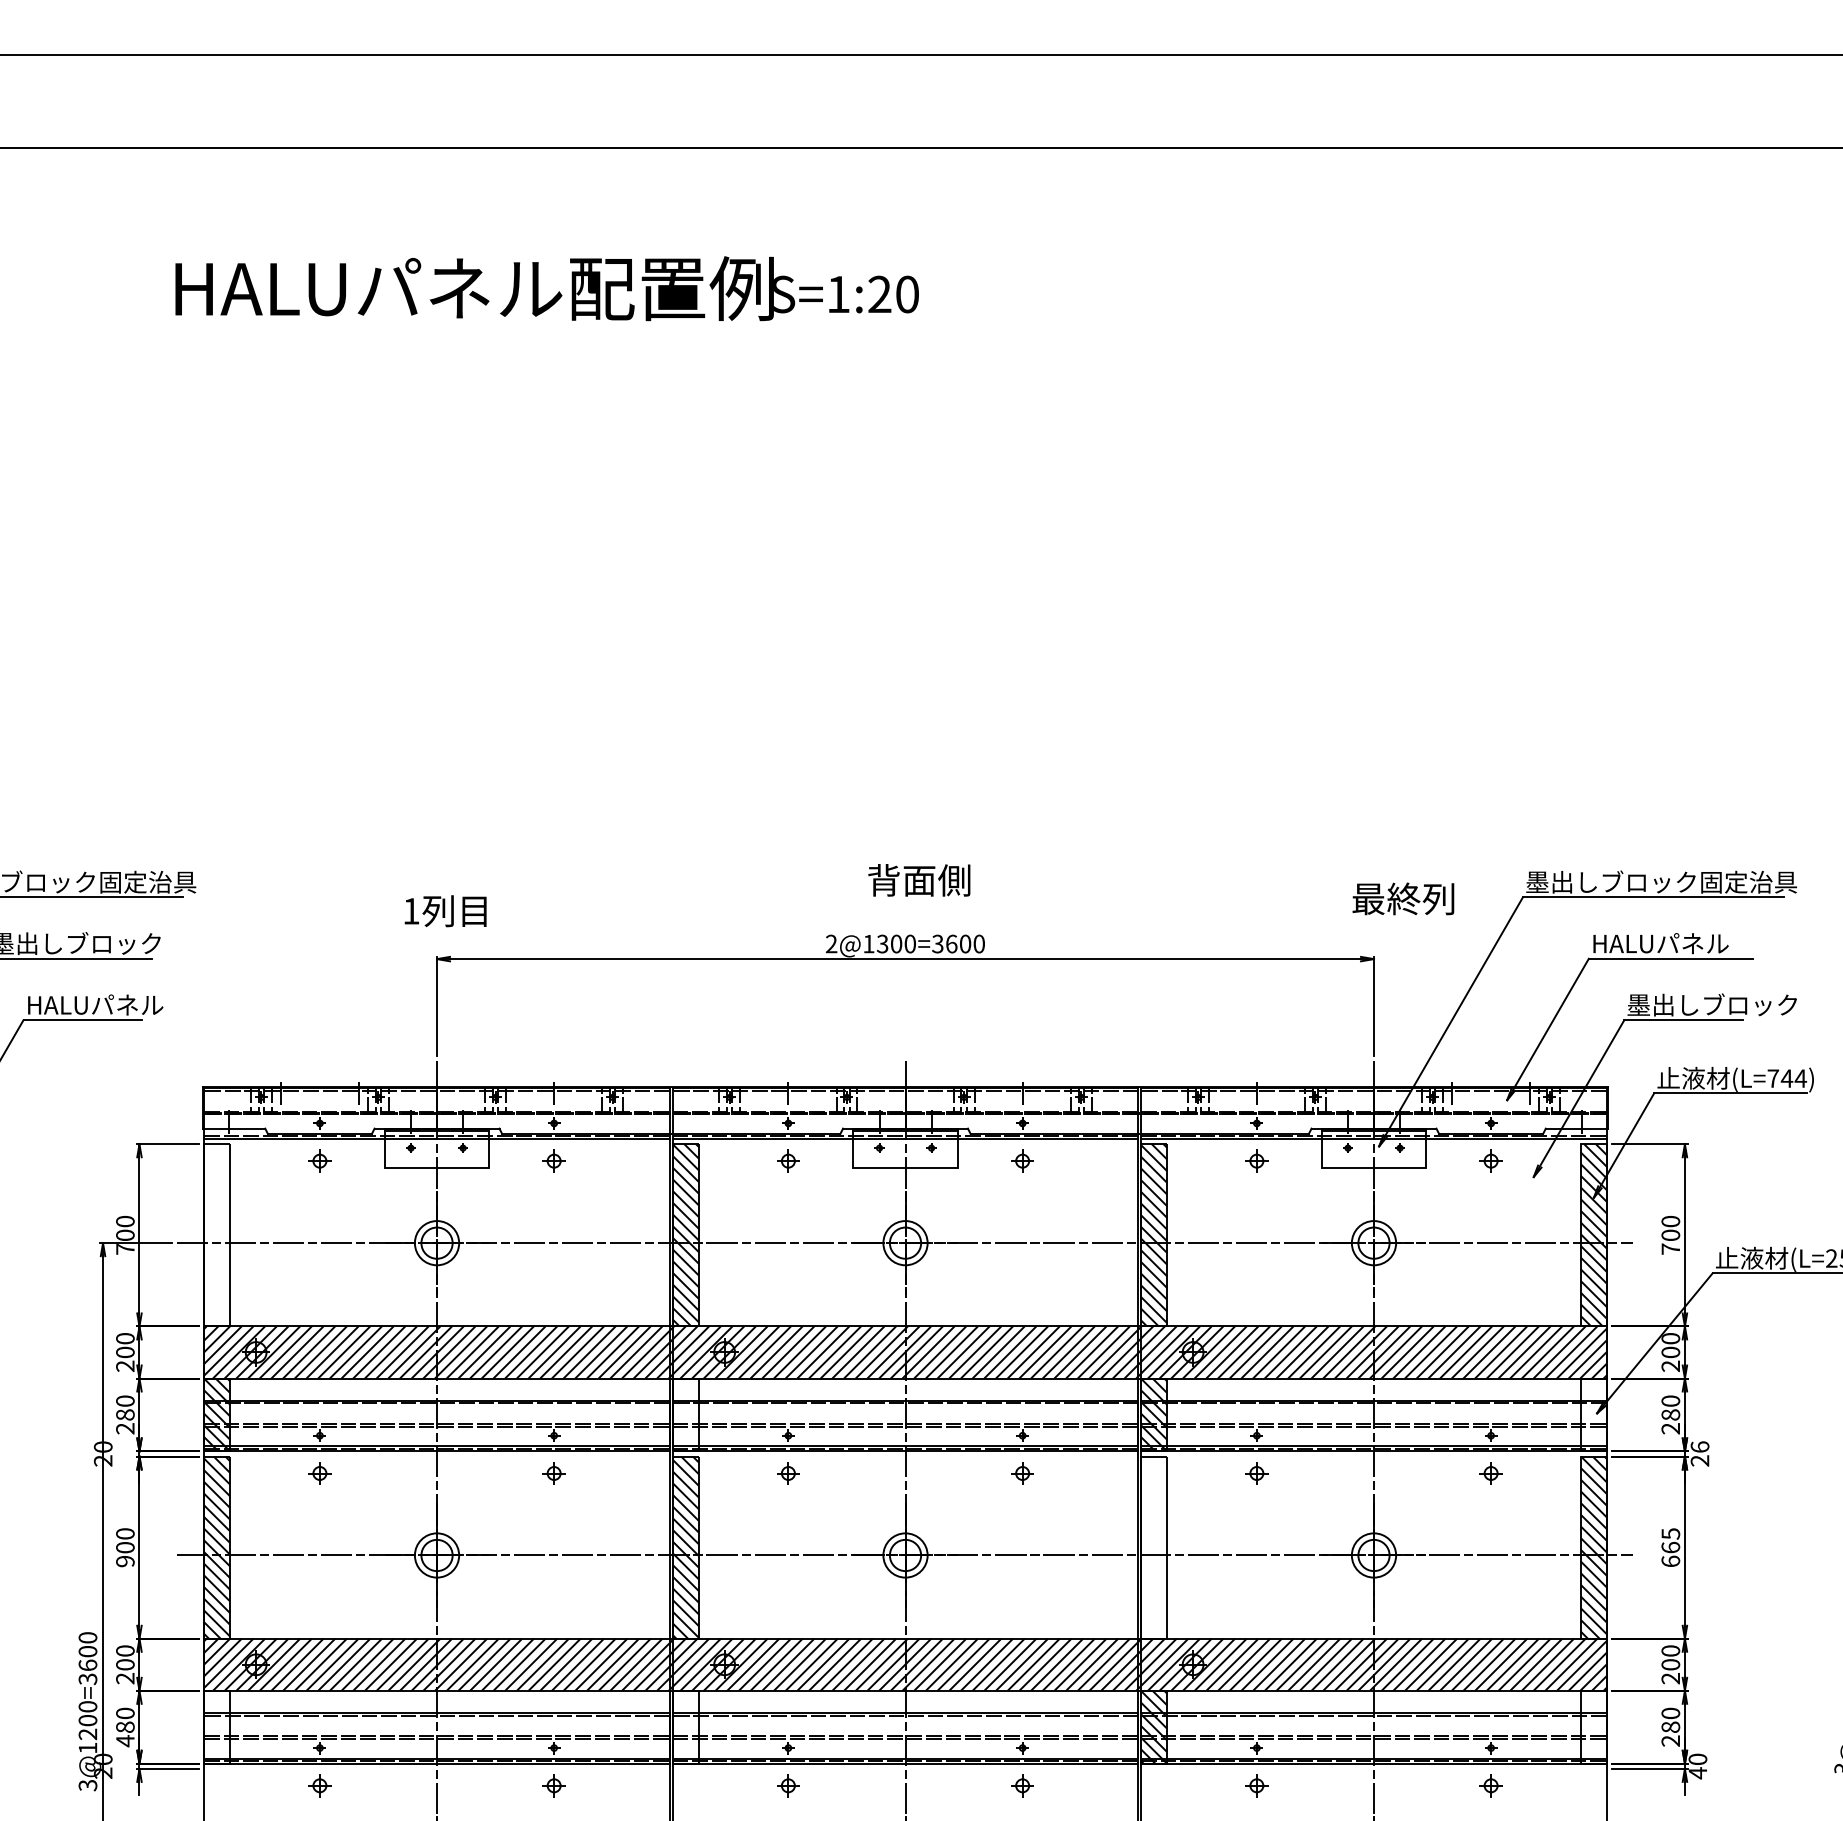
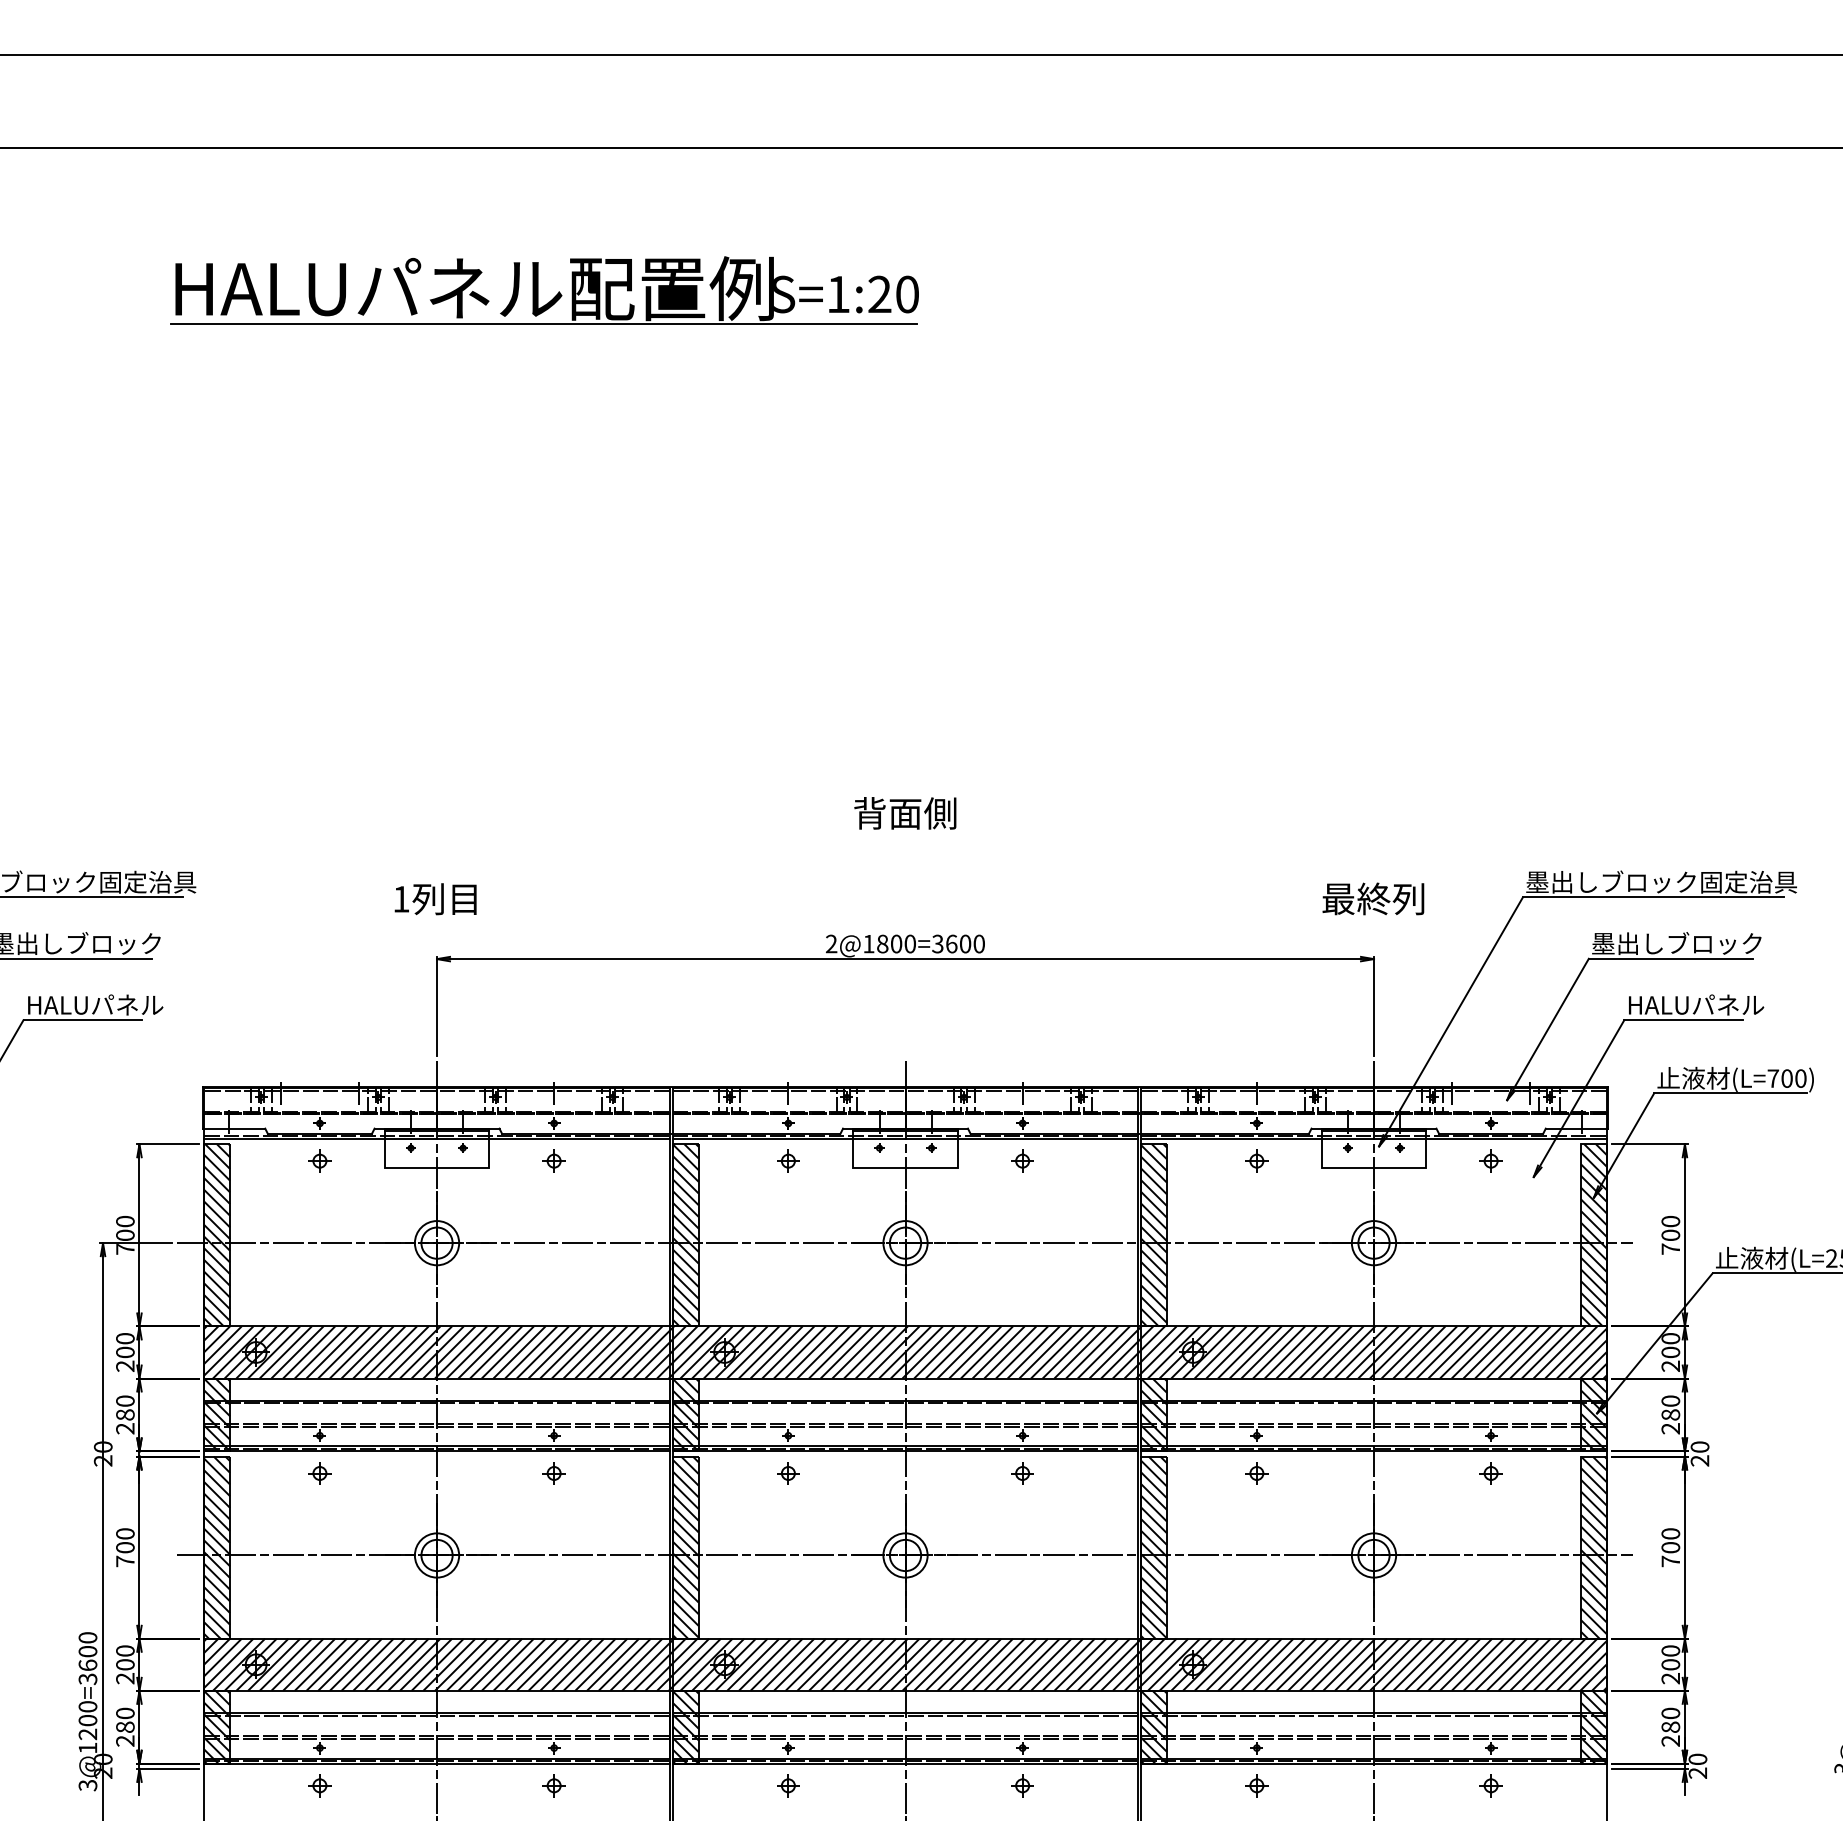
line at (543, 324): none -> present
text at (919, 880) position: (919, 880) -> (905, 813)
text at (1403, 898) position: (1403, 898) -> (1373, 898)
text at (445, 911) position: (445, 911) -> (435, 899)
text at (882, 943): 2@1300=3600 -> 2@1800=3600
text at (1676, 943): HALUパネル -> 墨出しブロック
text at (1711, 1004): 墨出しブロック -> HALUパネル
text at (1793, 1078): (L=744) -> (L=700)
hatch at (217, 1235): none -> present
hatch at (685, 1414): none -> present
hatch at (1593, 1414): none -> present
text at (1699, 1446): 26 -> 20
hatch at (1154, 1547): none -> present
text at (1670, 1547): 665 -> 700
text at (125, 1561): 900 -> 700
hatch at (217, 1726): none -> present
hatch at (685, 1726): none -> present
hatch at (1593, 1726): none -> present
text at (125, 1741): 480 -> 280
text at (1697, 1773): 40 -> 20
